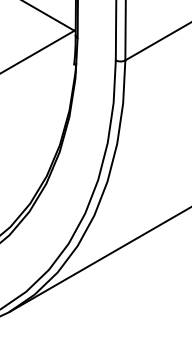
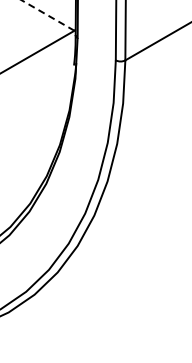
line at (47, 15): solid -> dashed
line at (98, 259): present -> none
